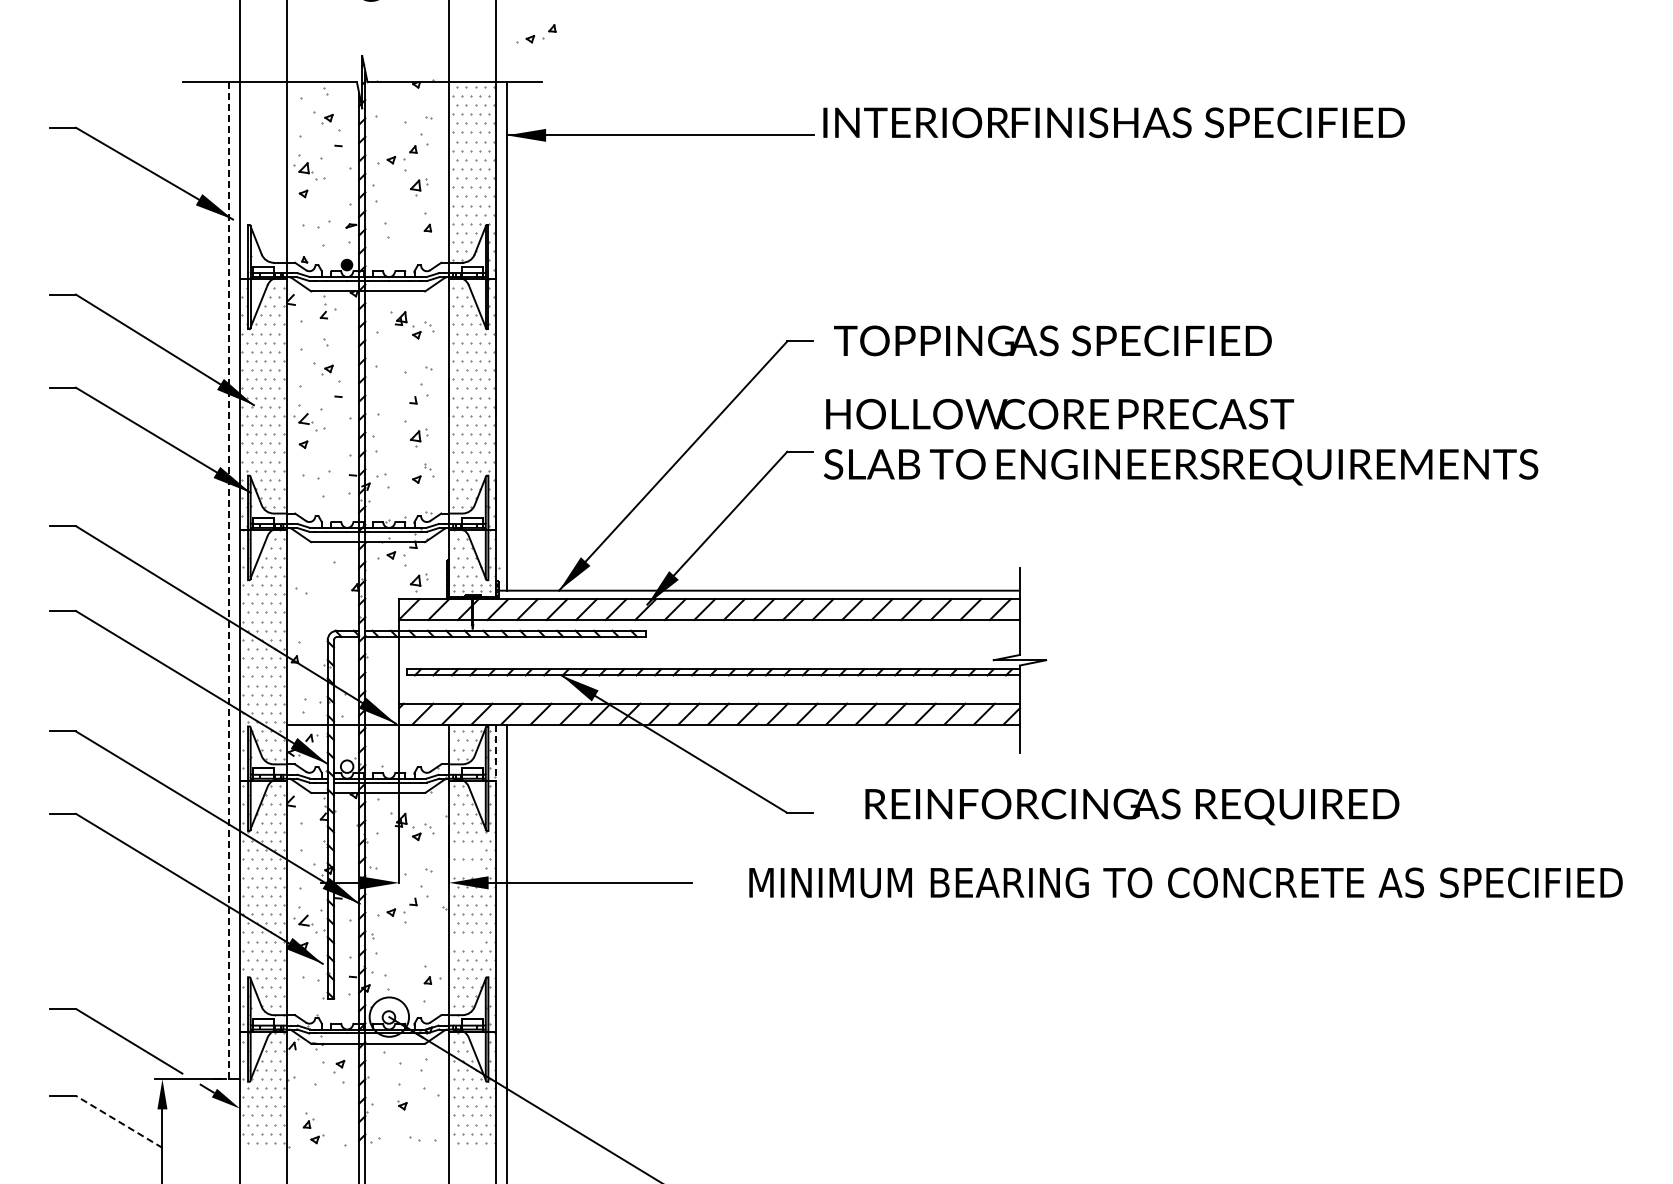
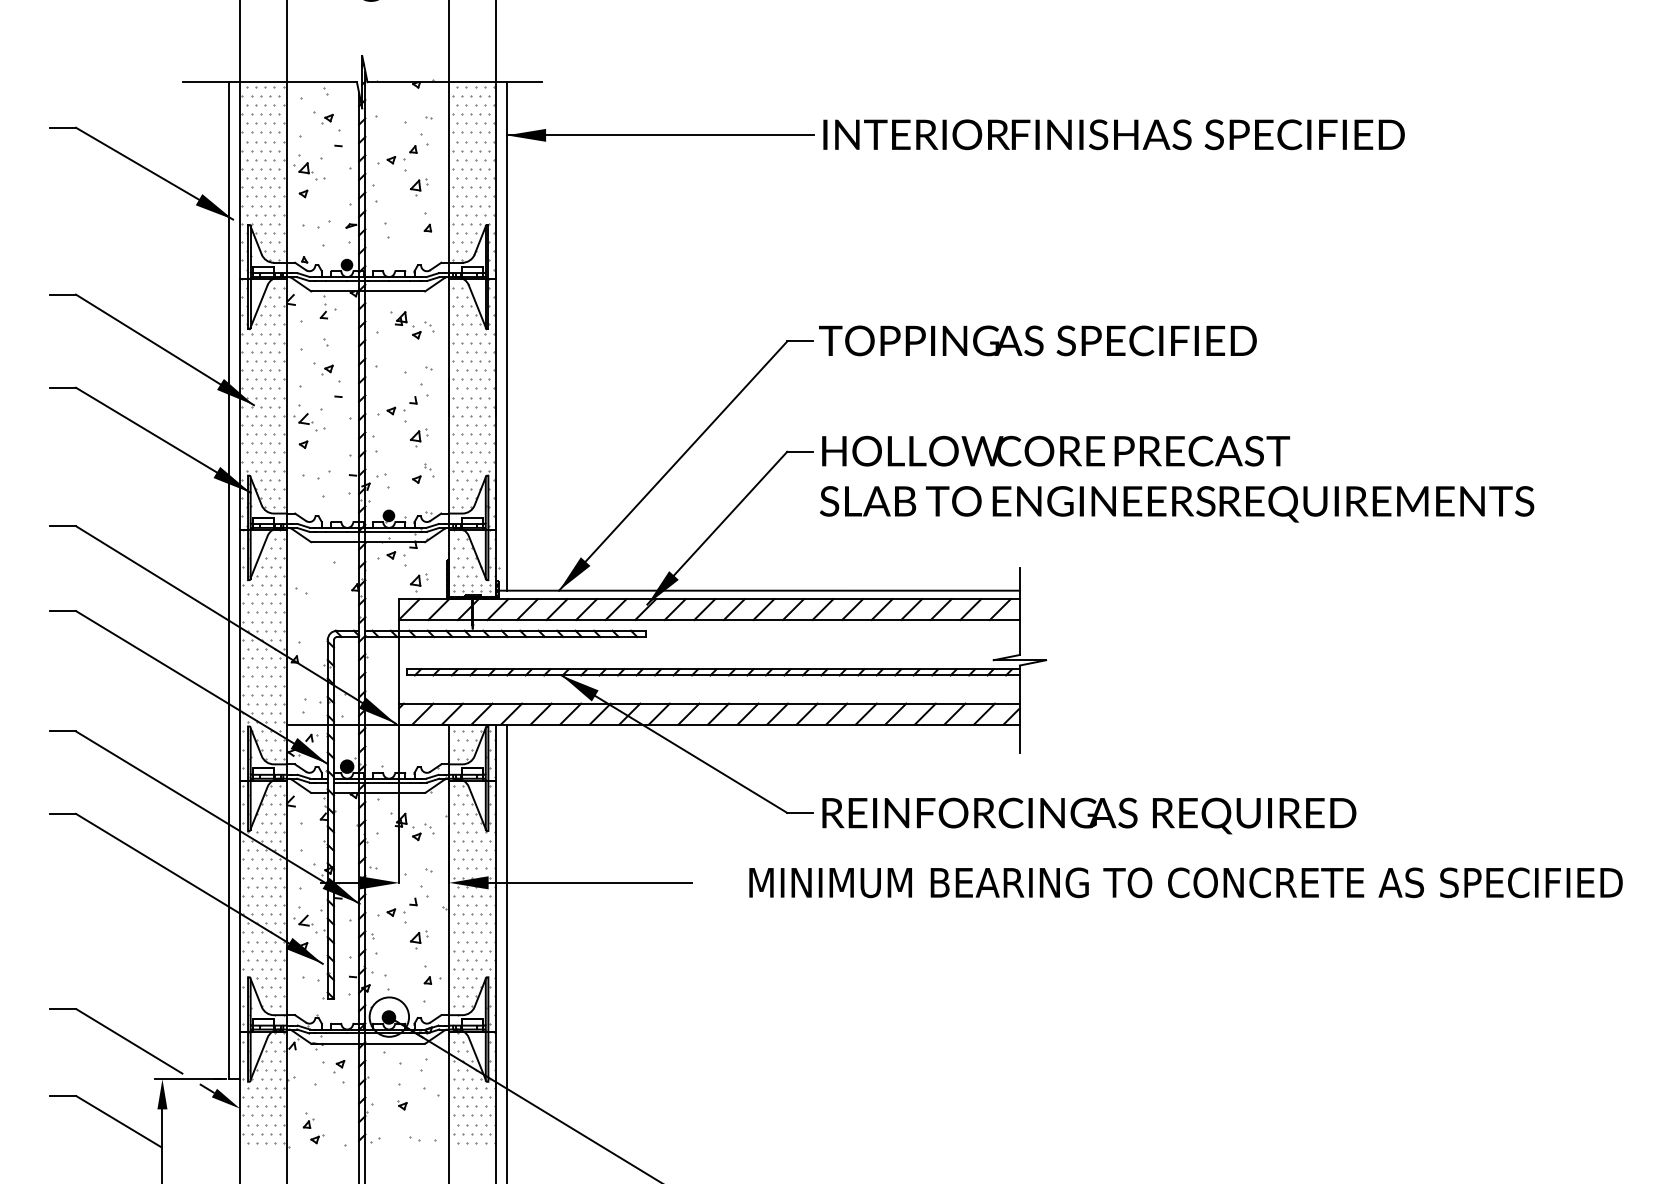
part at (536, 33): present -> none
text at (1113, 122) position: (1113, 122) -> (1113, 134)
hatch at (262, 182): none -> present
text at (1052, 340) position: (1052, 340) -> (1037, 340)
part at (395, 410): none -> present
text at (1181, 441) position: (1181, 441) -> (1177, 478)
fill at (388, 515): none -> present
line at (228, 580): dashed -> solid
line at (496, 753): dashed -> solid
fill at (346, 766): none -> present
text at (1132, 806) position: (1132, 806) -> (1089, 815)
part at (467, 850): none -> present
part at (467, 868): none -> present
part at (419, 939): none -> present
part at (467, 942): none -> present
fill at (388, 1017): none -> present
line at (118, 1121): dashed -> solid
